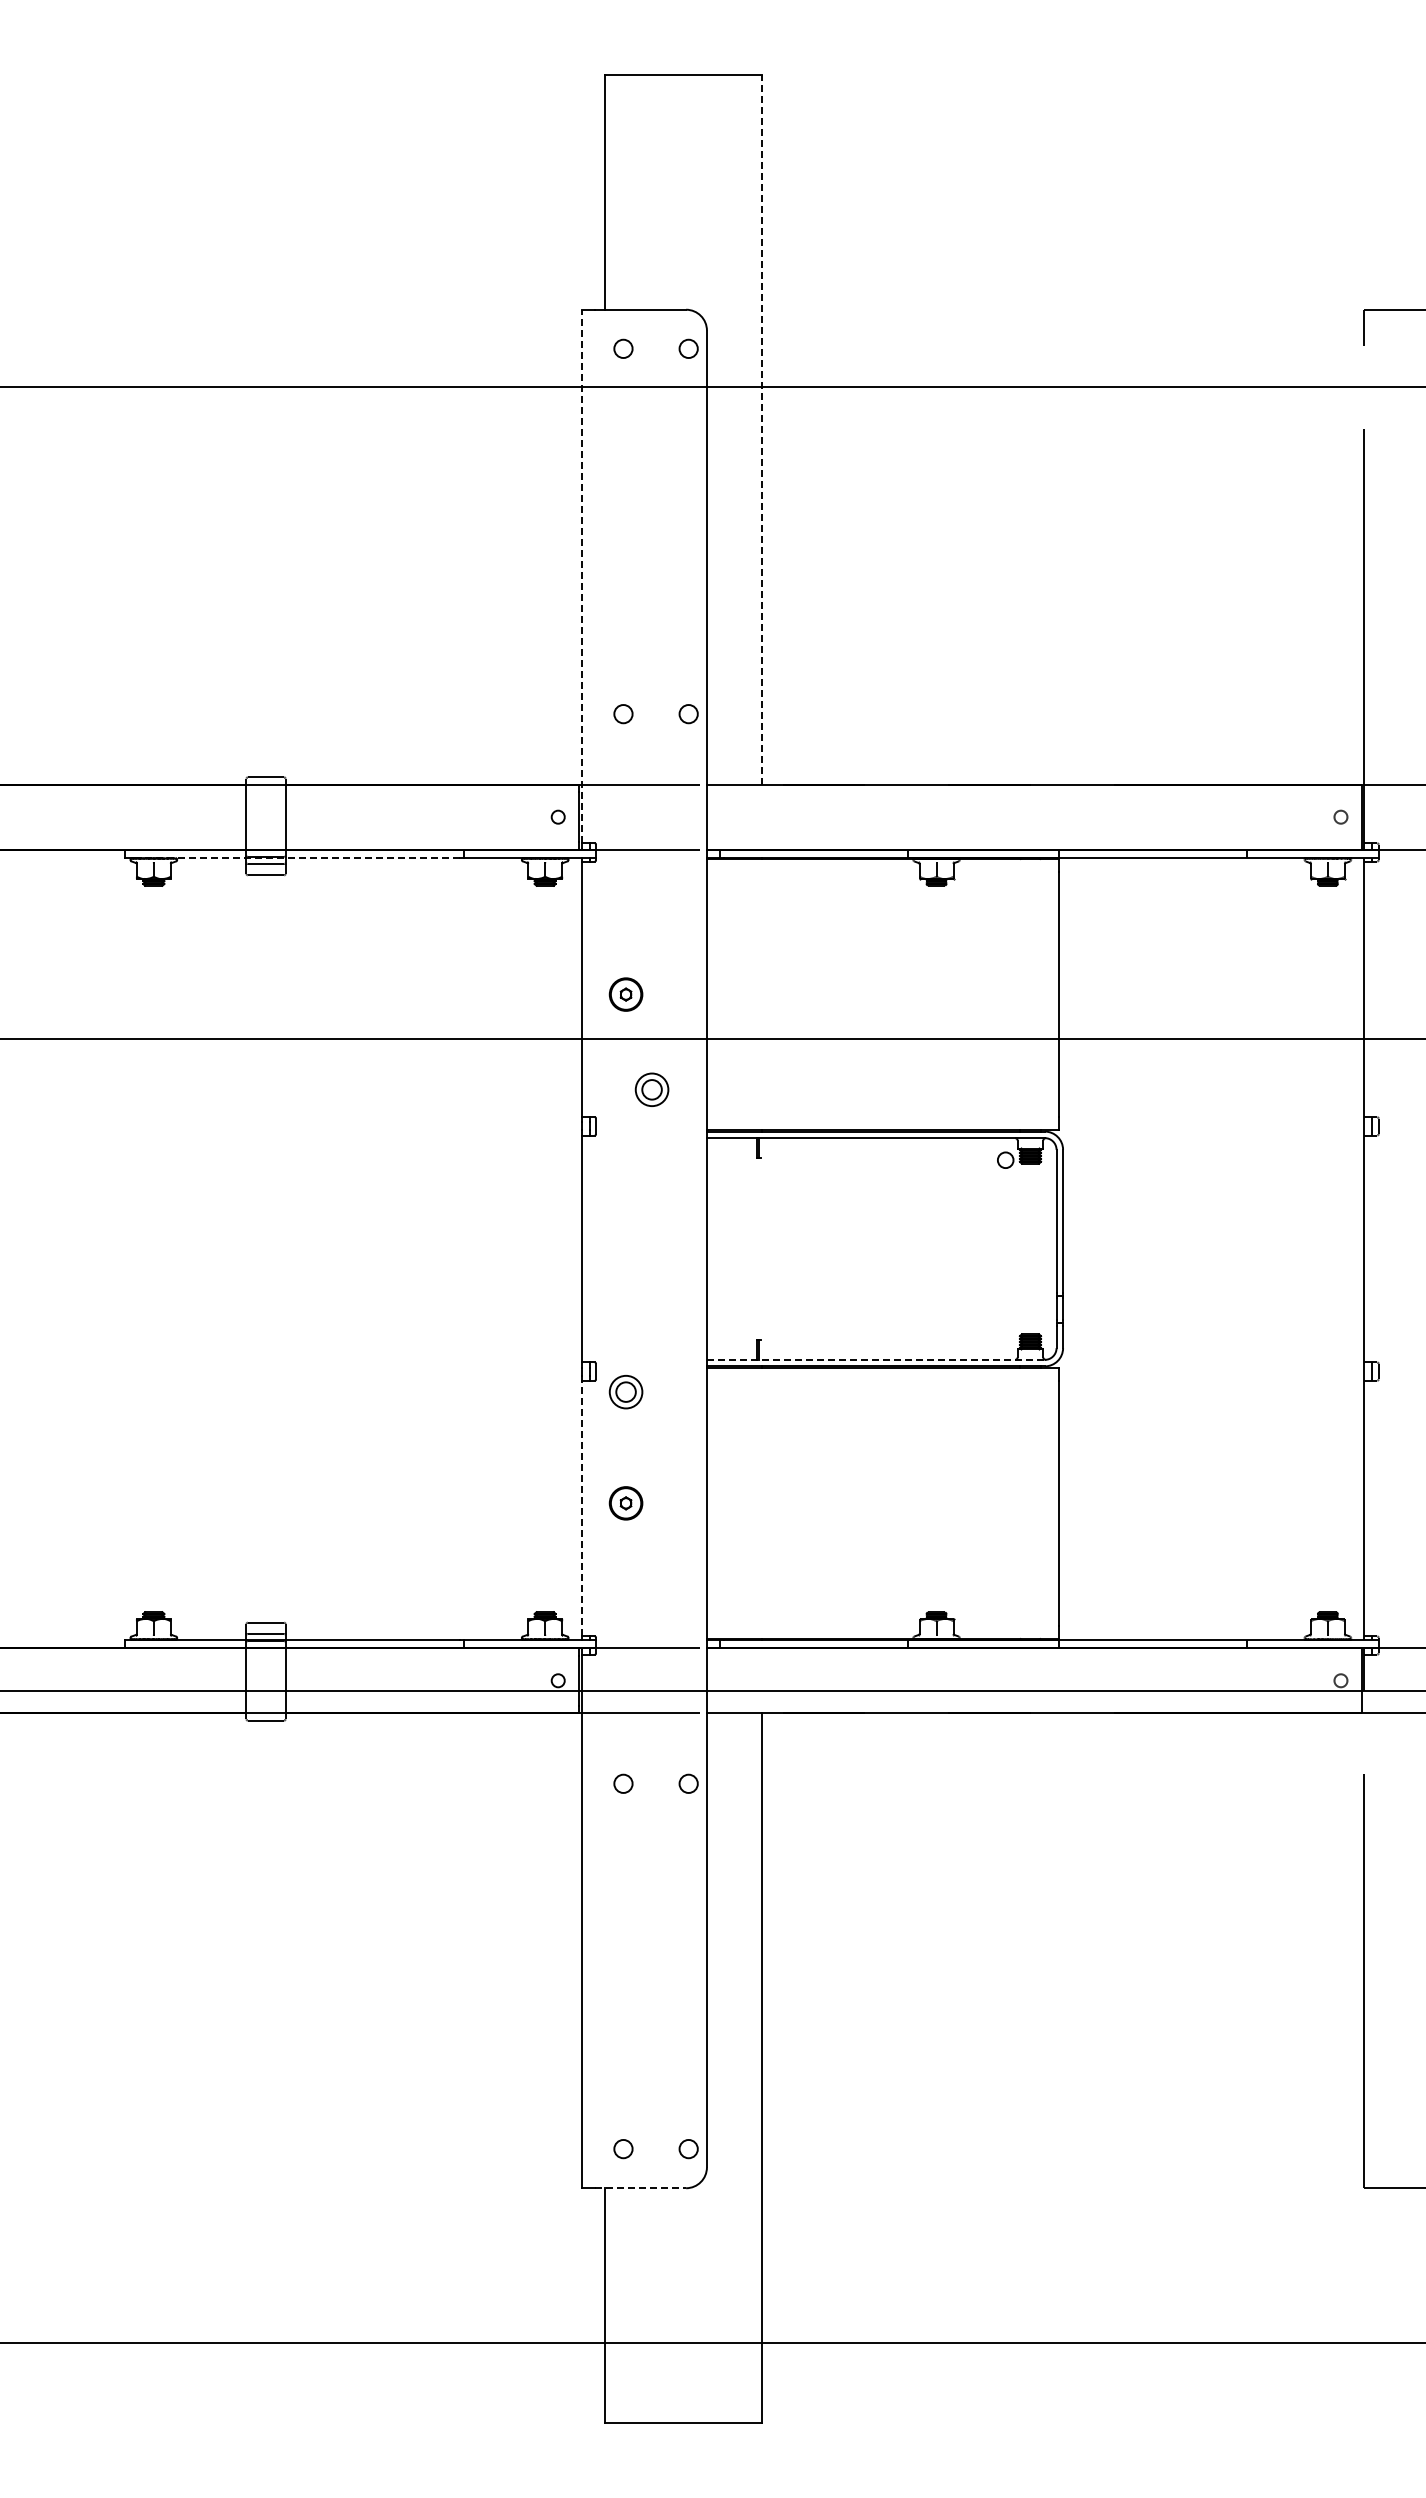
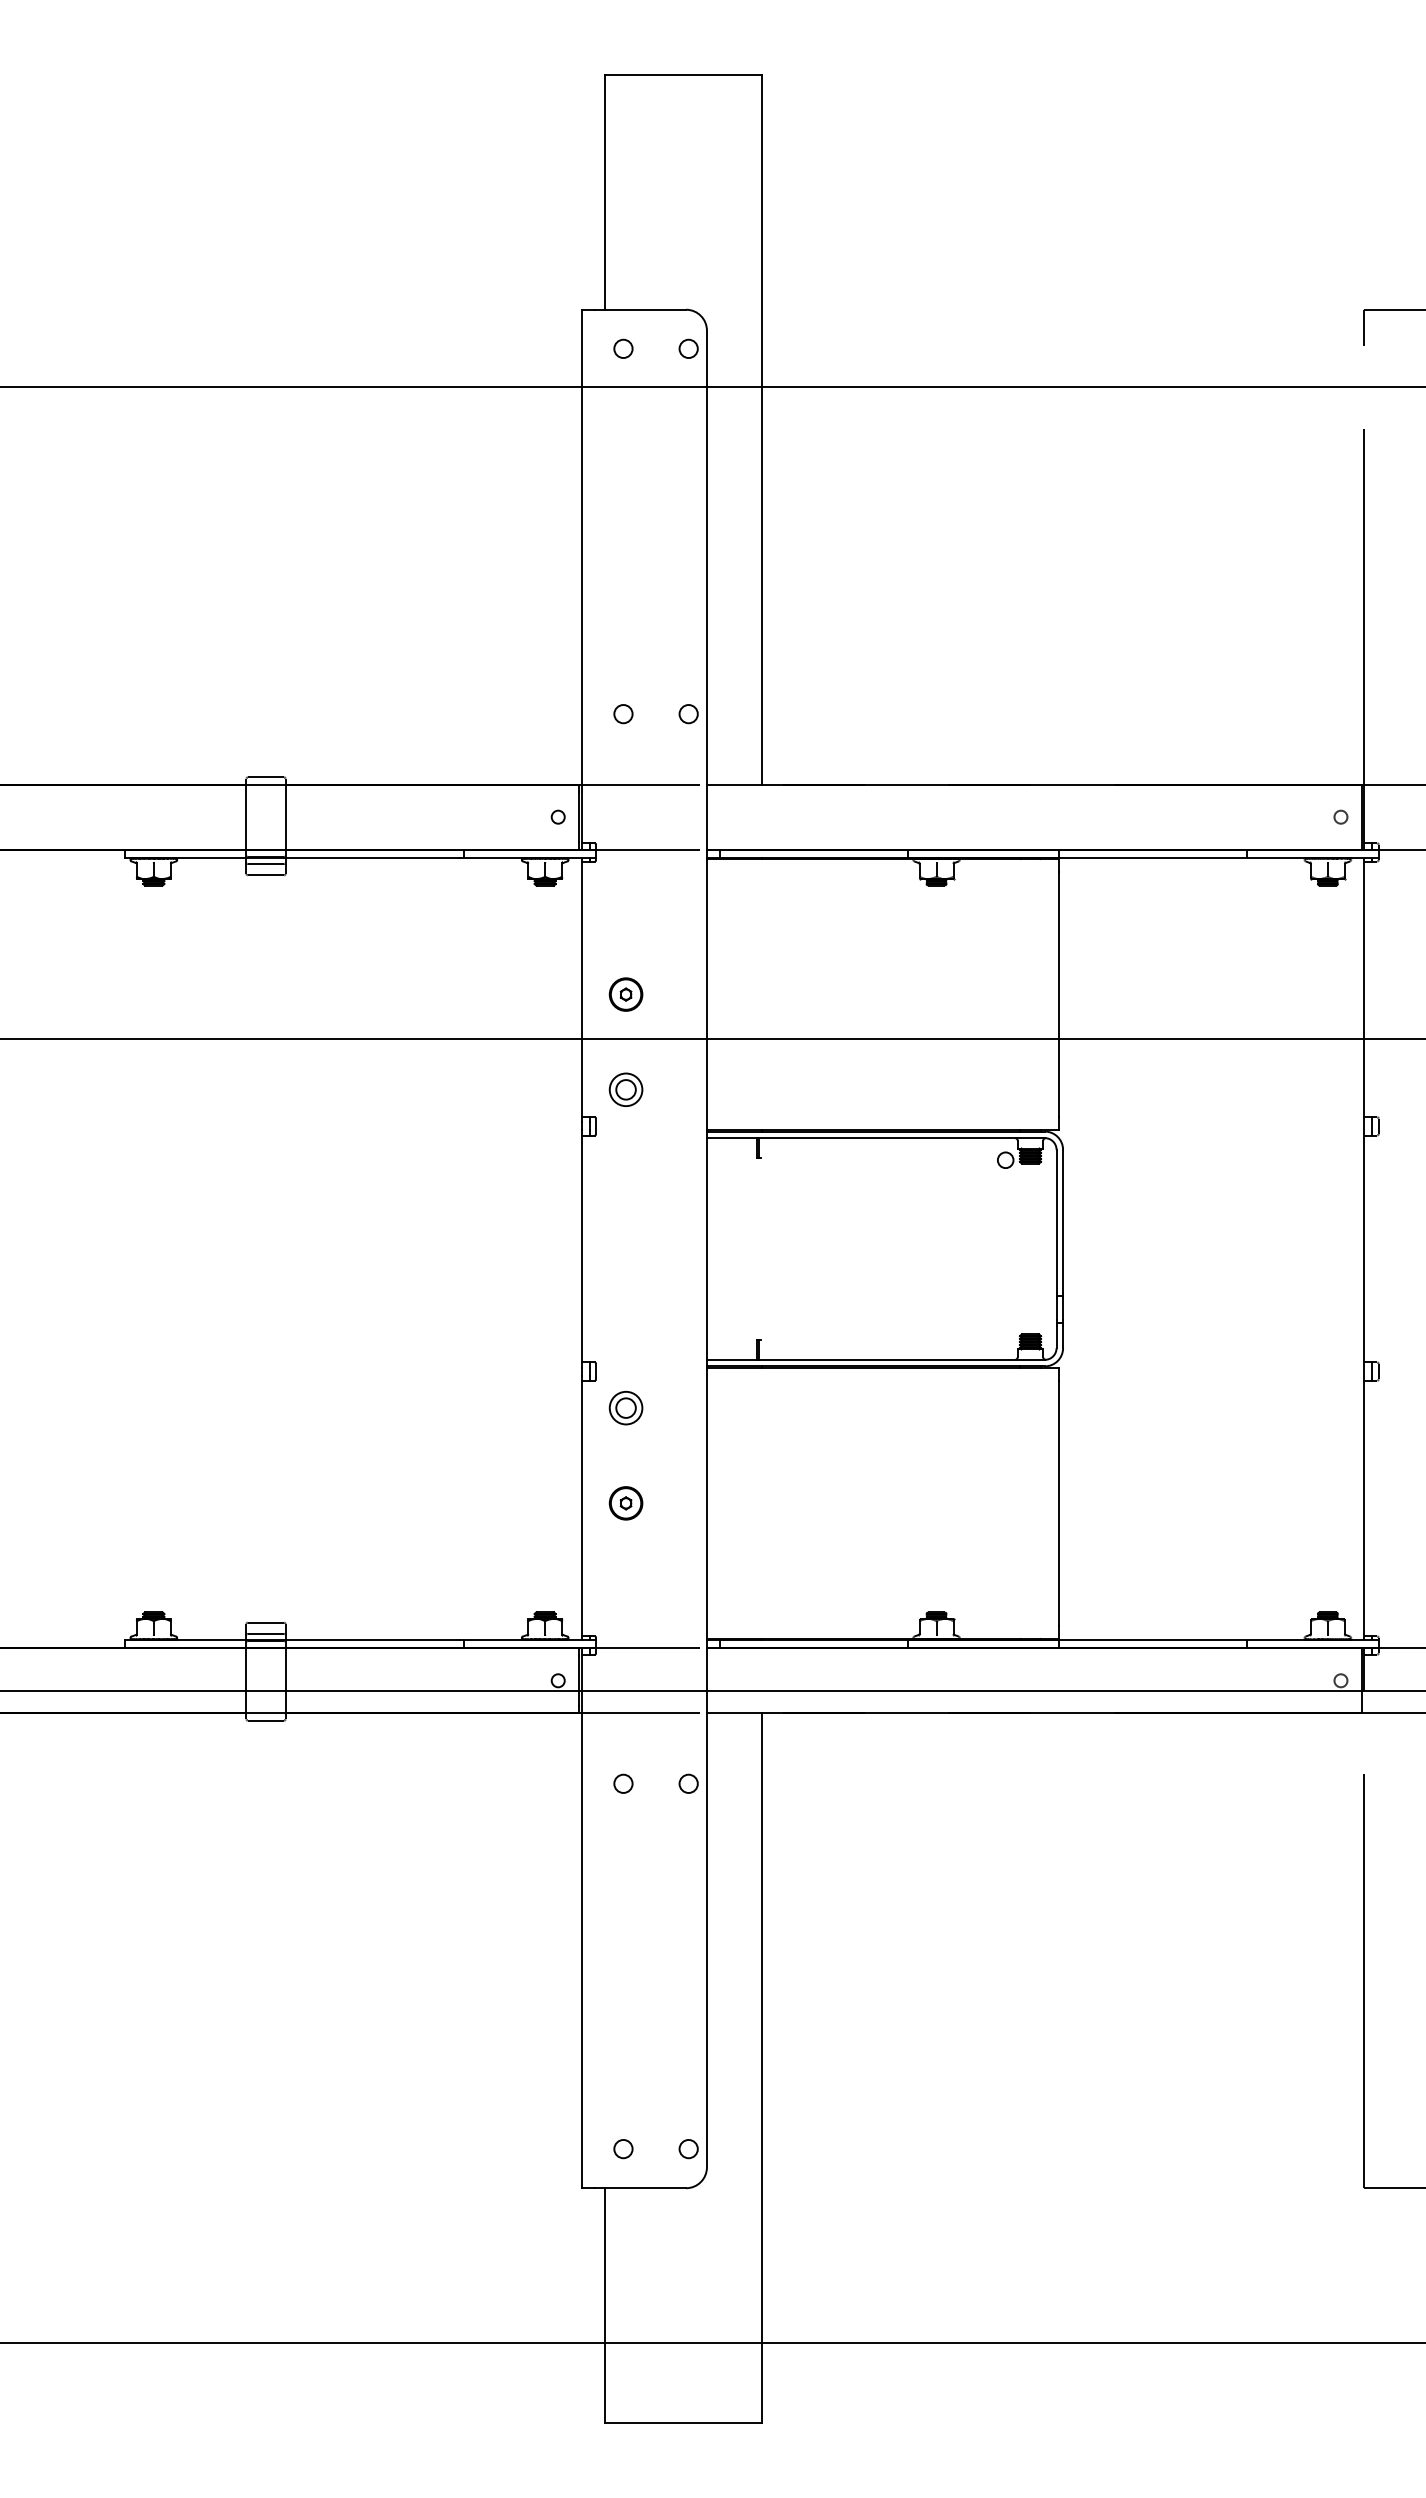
line at (761, 429): dashed -> solid
line at (581, 576): dashed -> solid
line at (300, 858): dashed -> solid
part at (651, 1089) position: (651, 1089) -> (625, 1089)
line at (875, 1359): dashed -> solid
part at (625, 1392) position: (625, 1392) -> (625, 1408)
line at (581, 1508): dashed -> solid
line at (640, 2188): dashed -> solid
